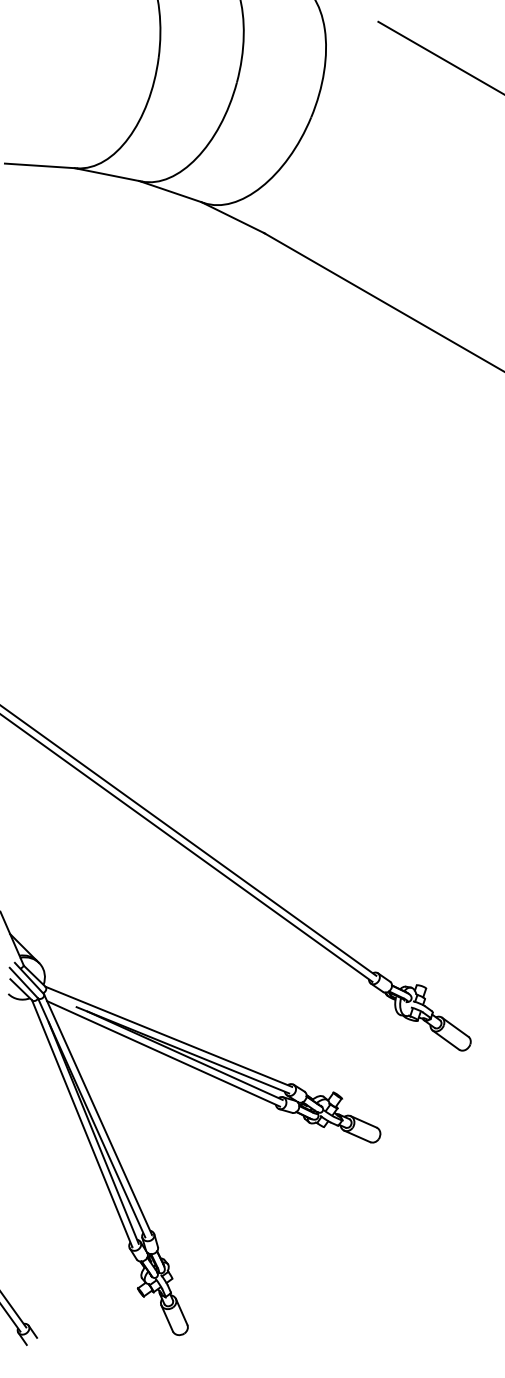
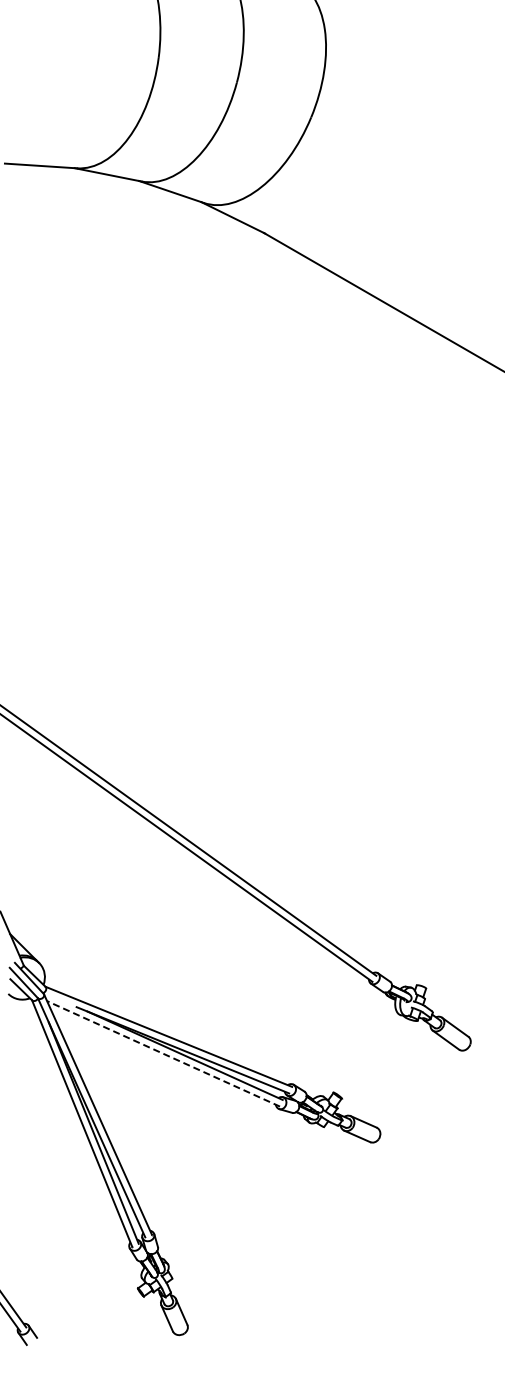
line at (439, 57): present -> none
line at (163, 1053): solid -> dashed
